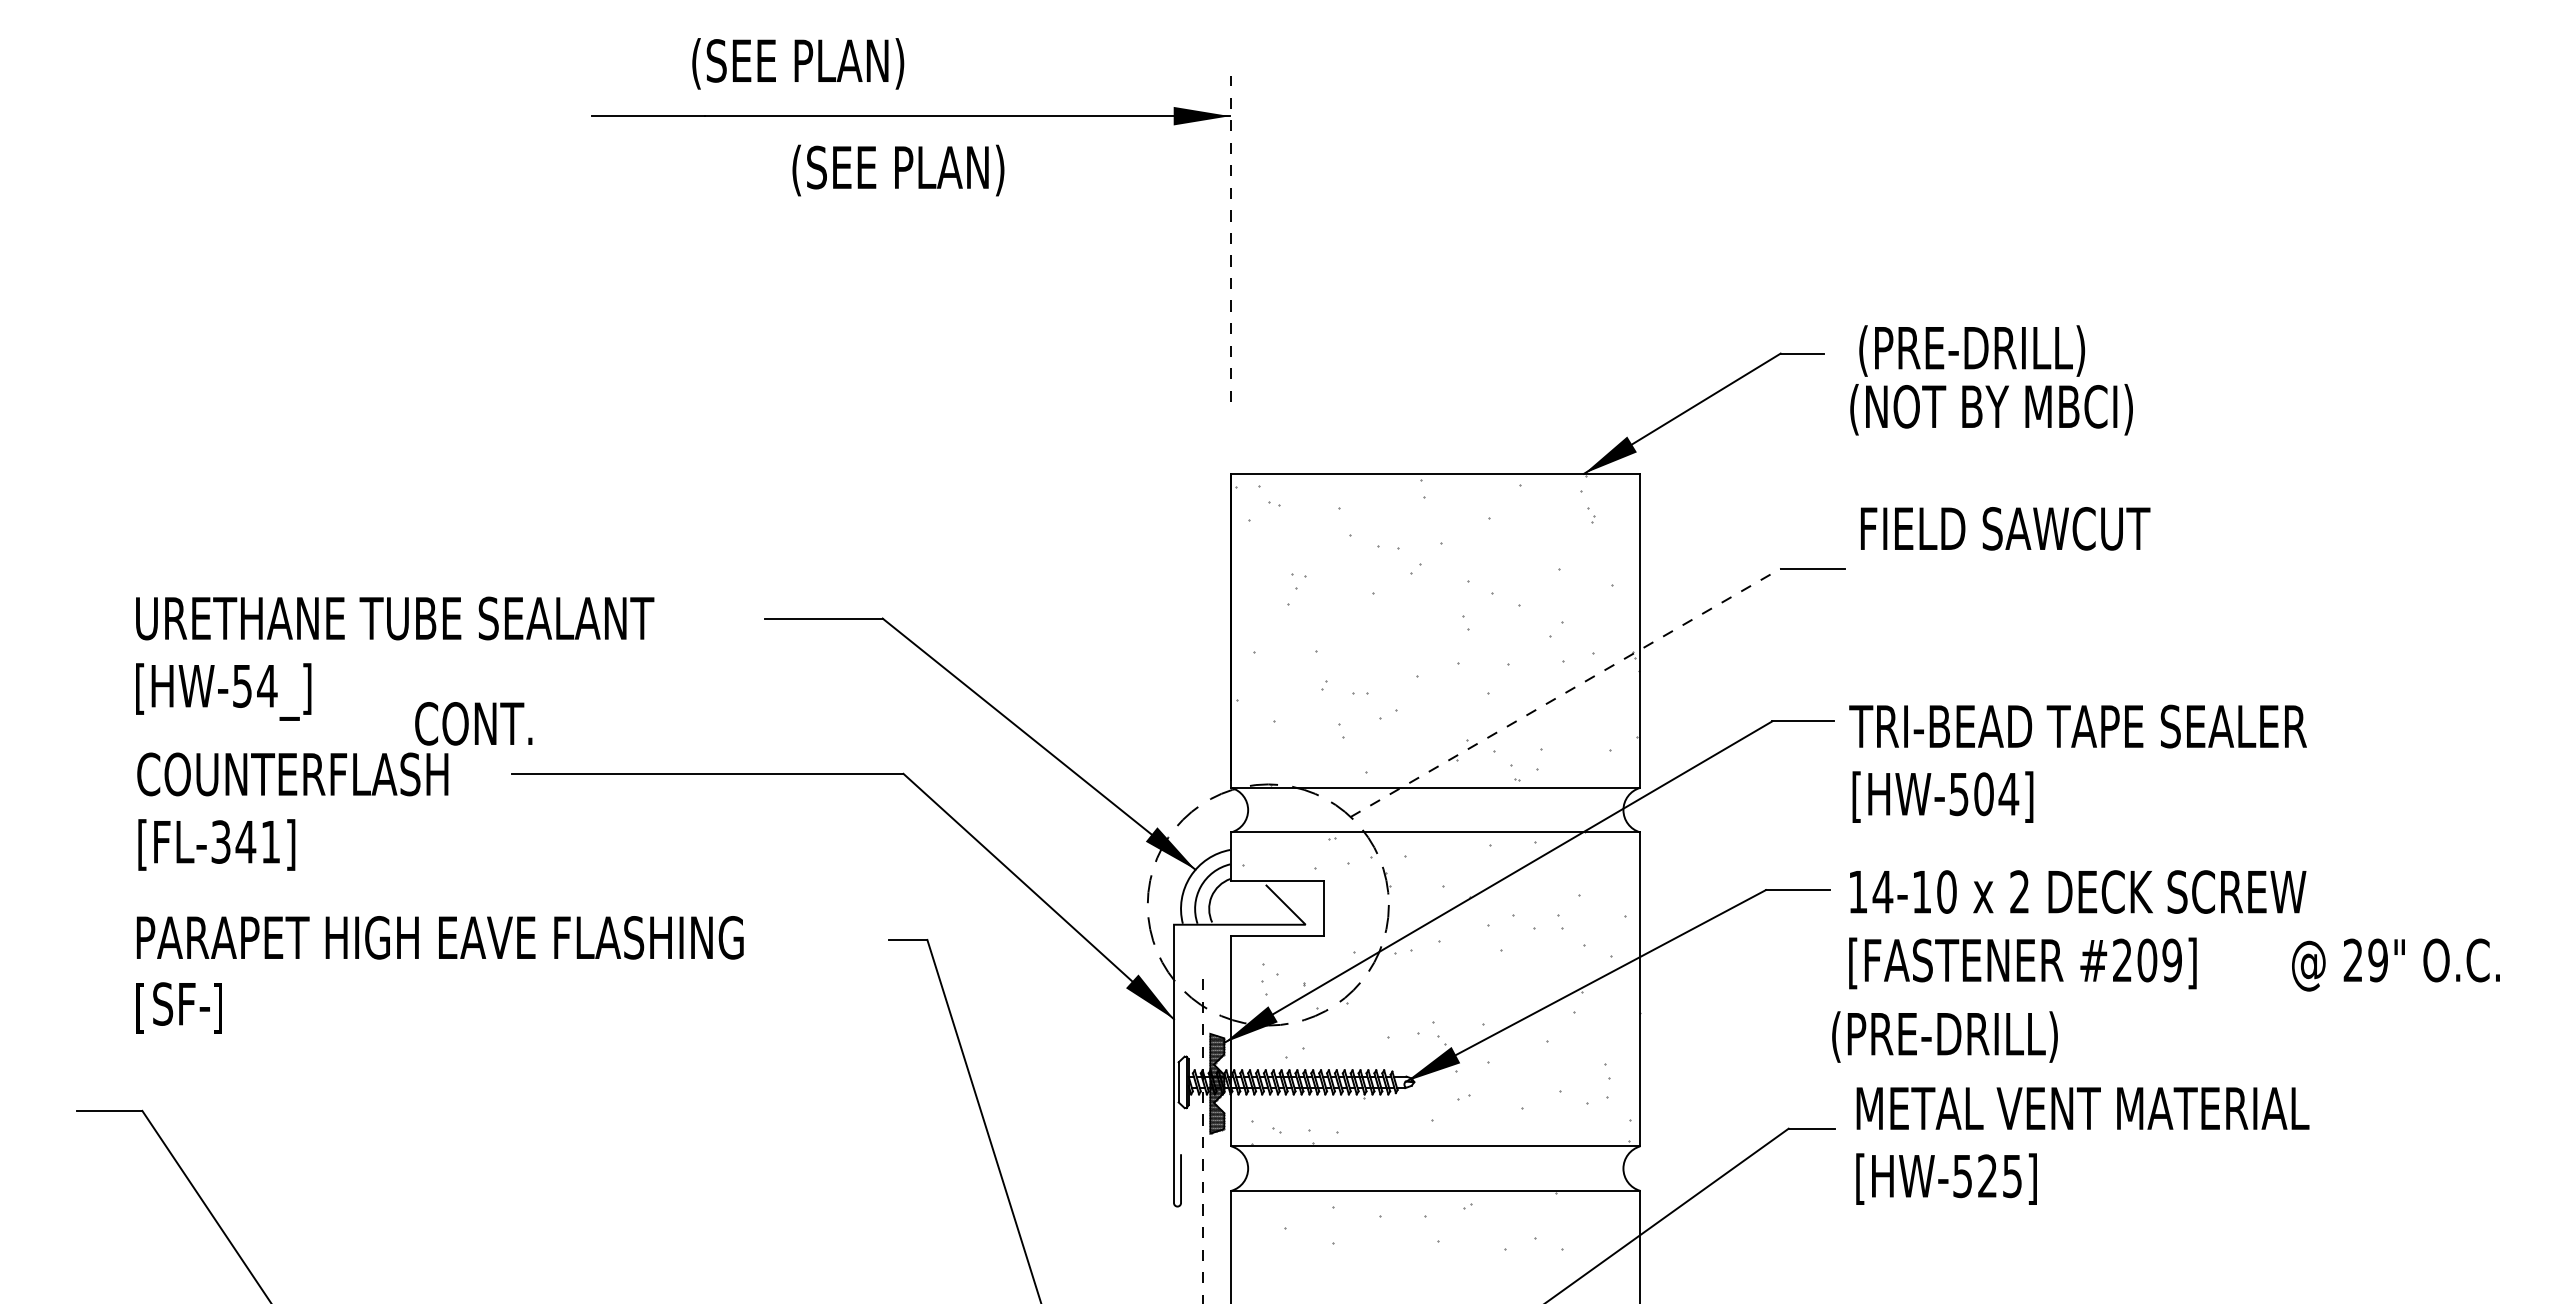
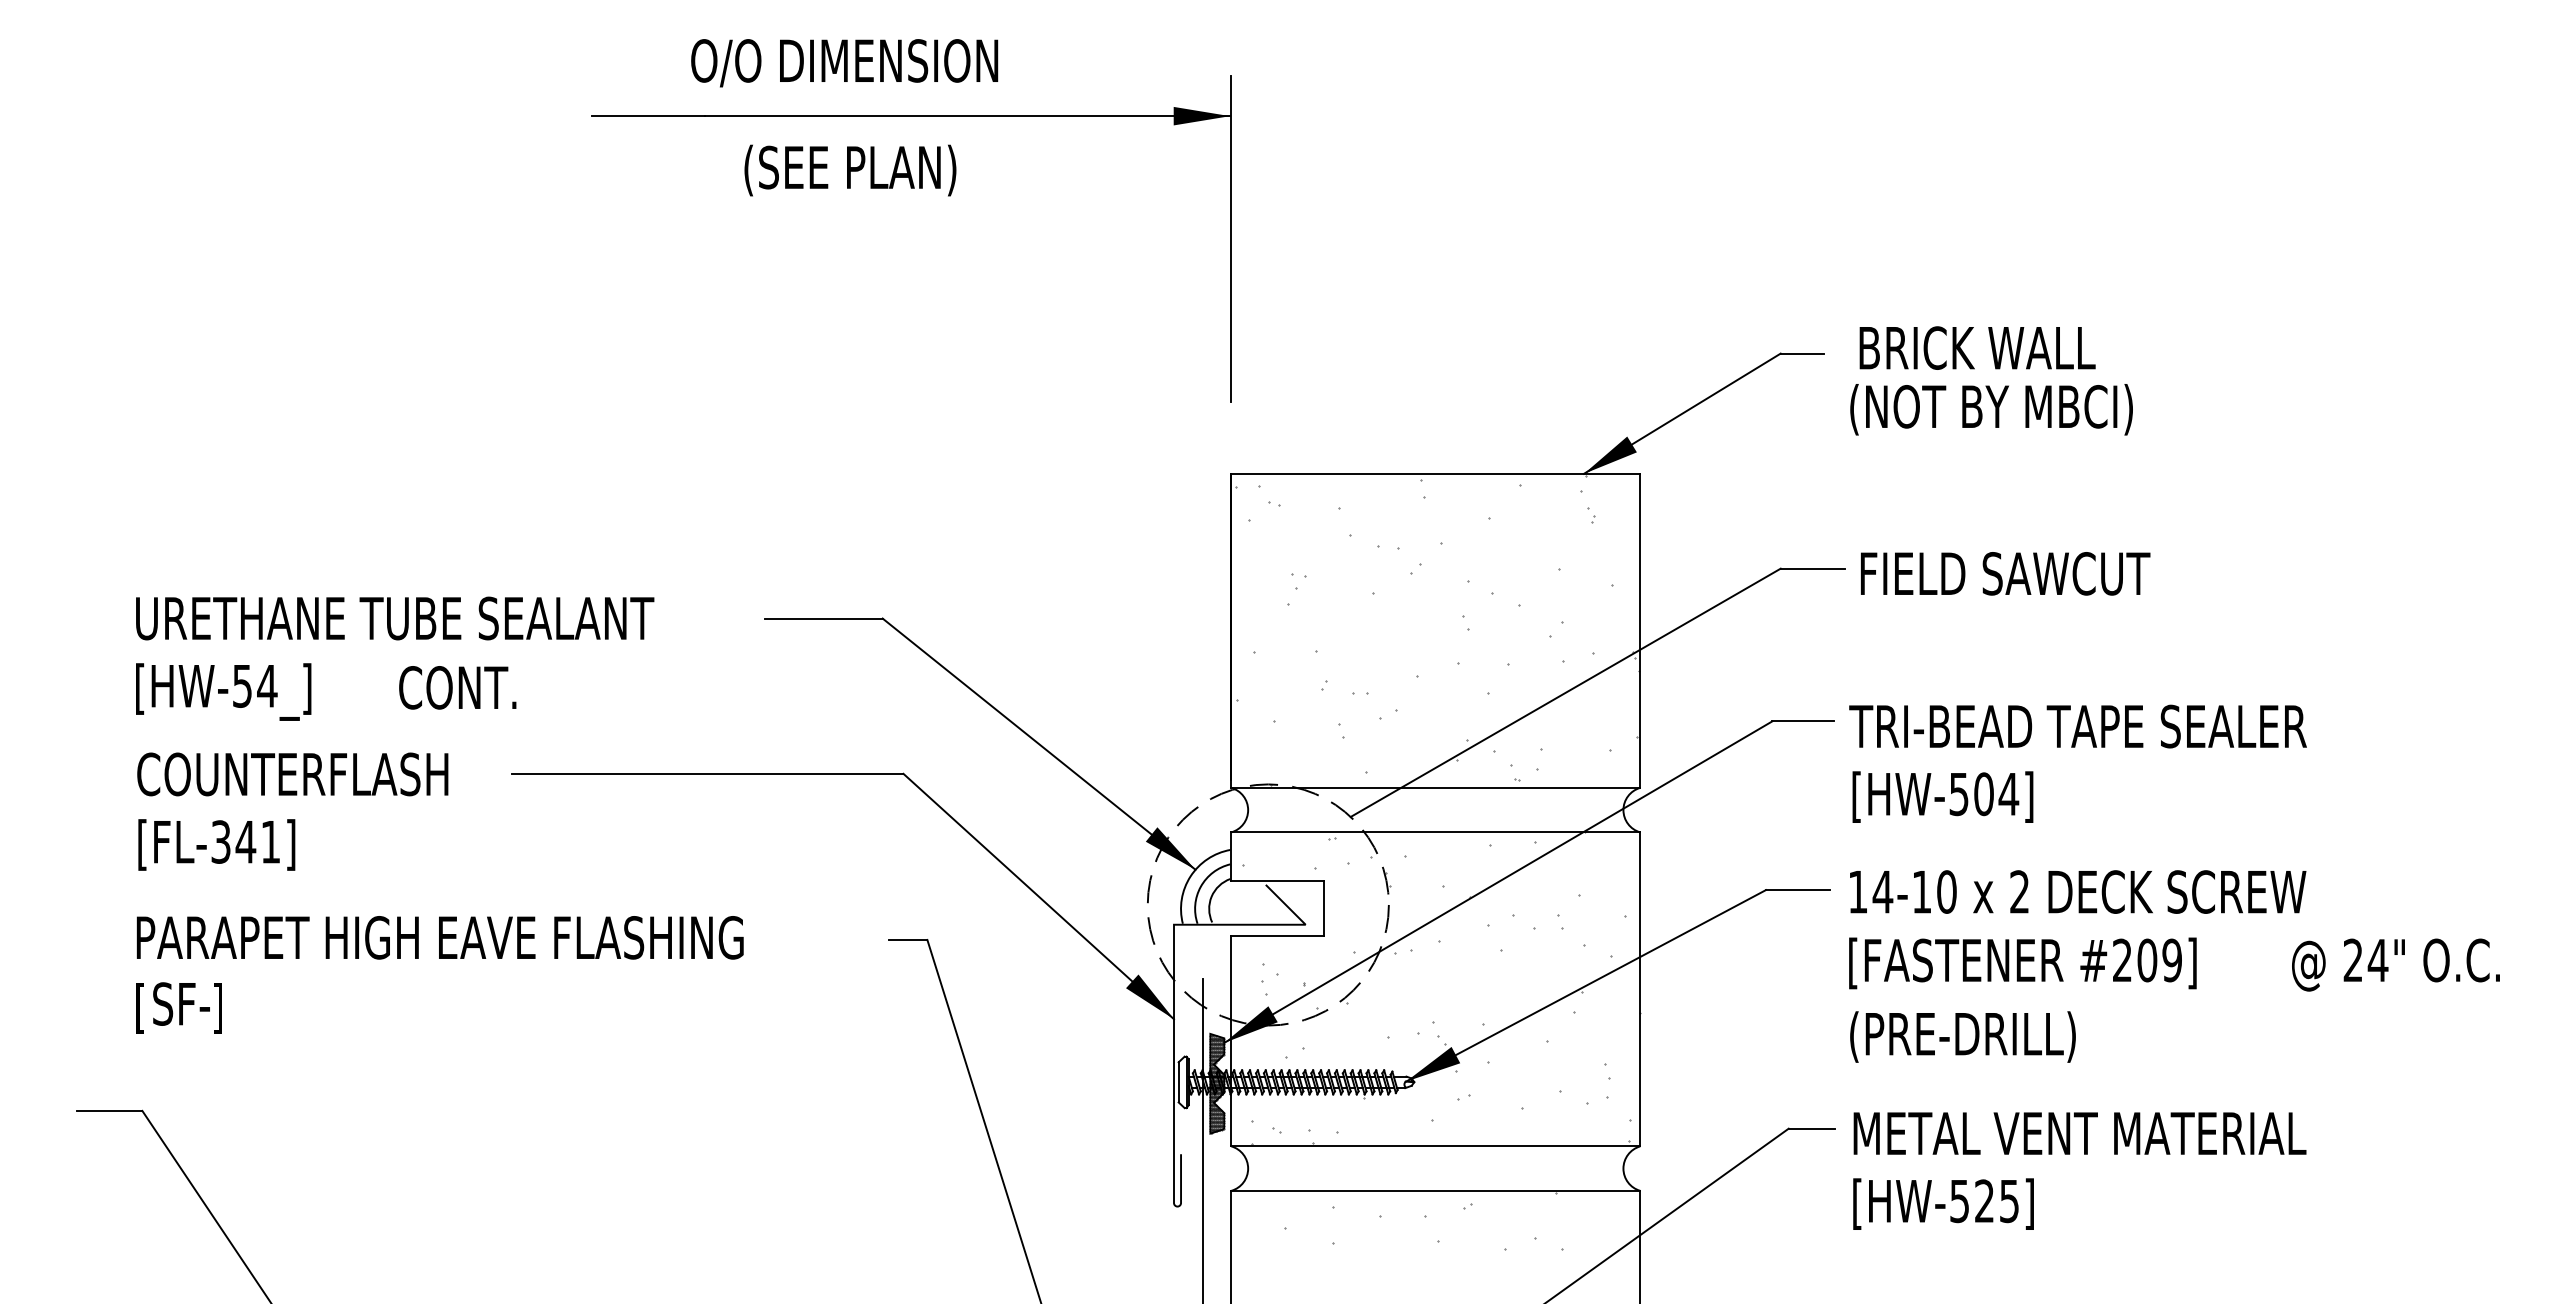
text at (844, 63): (SEE PLAN) -> O/O DIMENSION
text at (898, 170) position: (898, 170) -> (850, 170)
line at (1231, 239): dashed -> solid
text at (1977, 350): (PRE-DRILL) -> BRICK WALL
text at (2005, 528) position: (2005, 528) -> (2005, 573)
line at (1566, 692): dashed -> solid
text at (473, 723) position: (473, 723) -> (457, 687)
text at (2377, 960): 29" -> 24"
text at (1944, 1036) position: (1944, 1036) -> (1962, 1036)
line at (1202, 1141): dashed -> solid
text at (2082, 1145) position: (2082, 1145) -> (2079, 1170)
